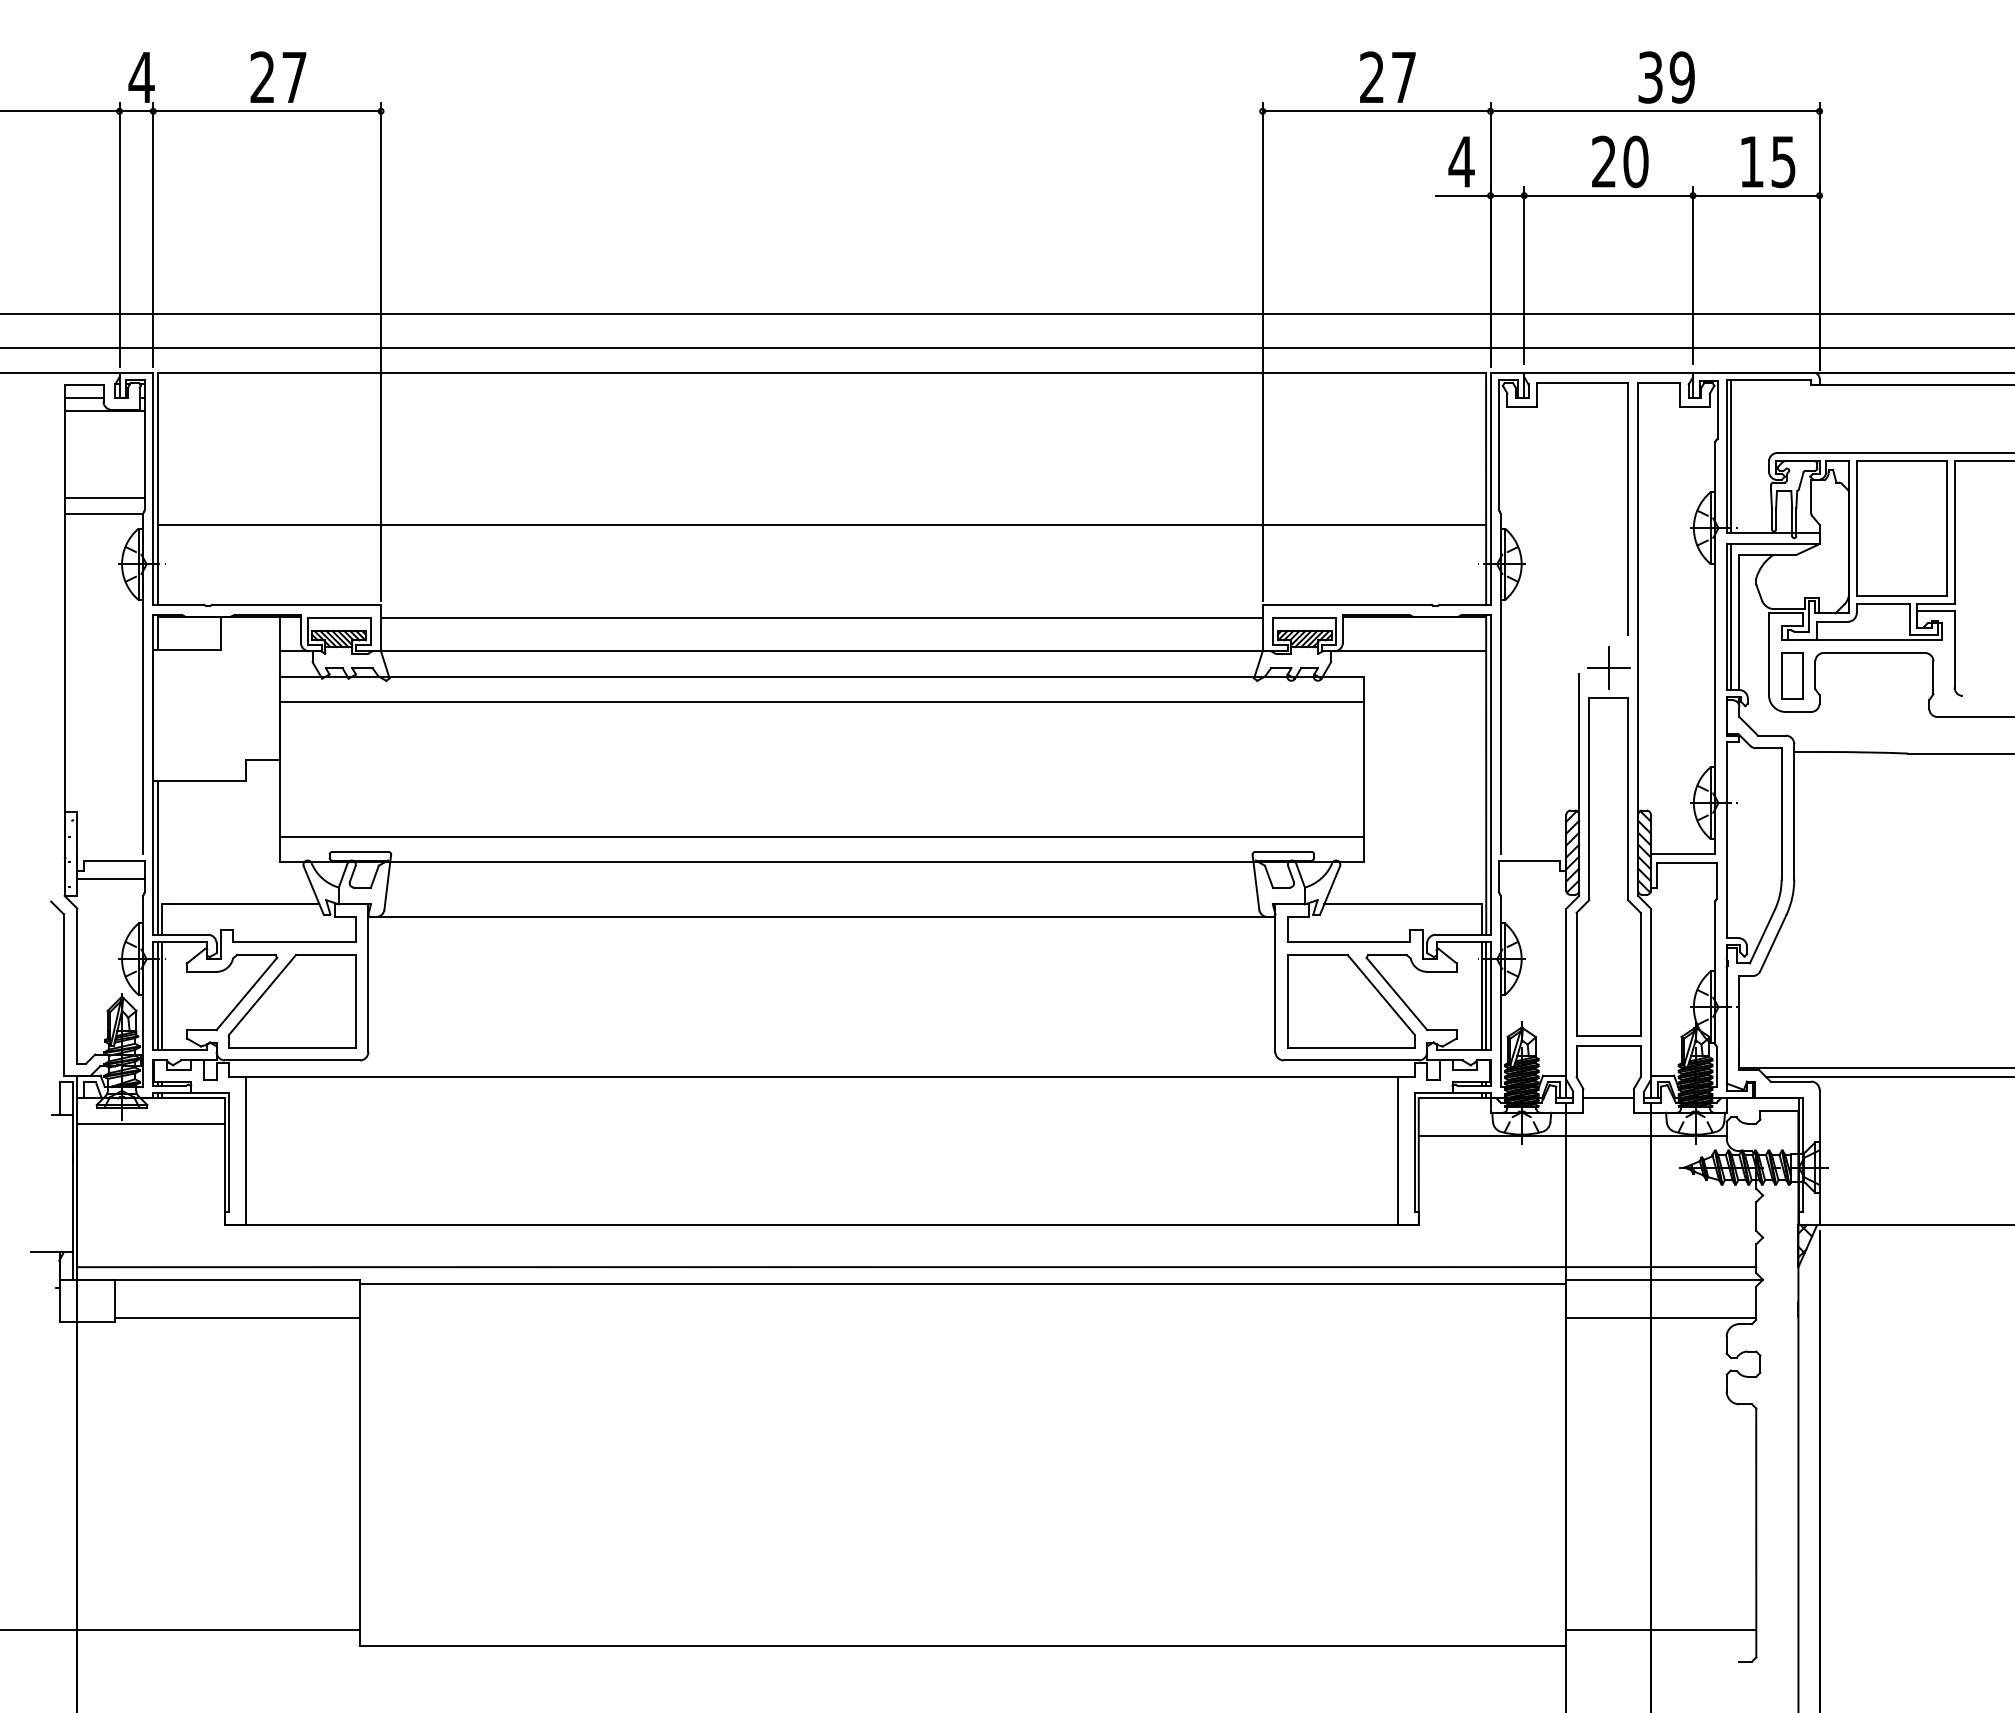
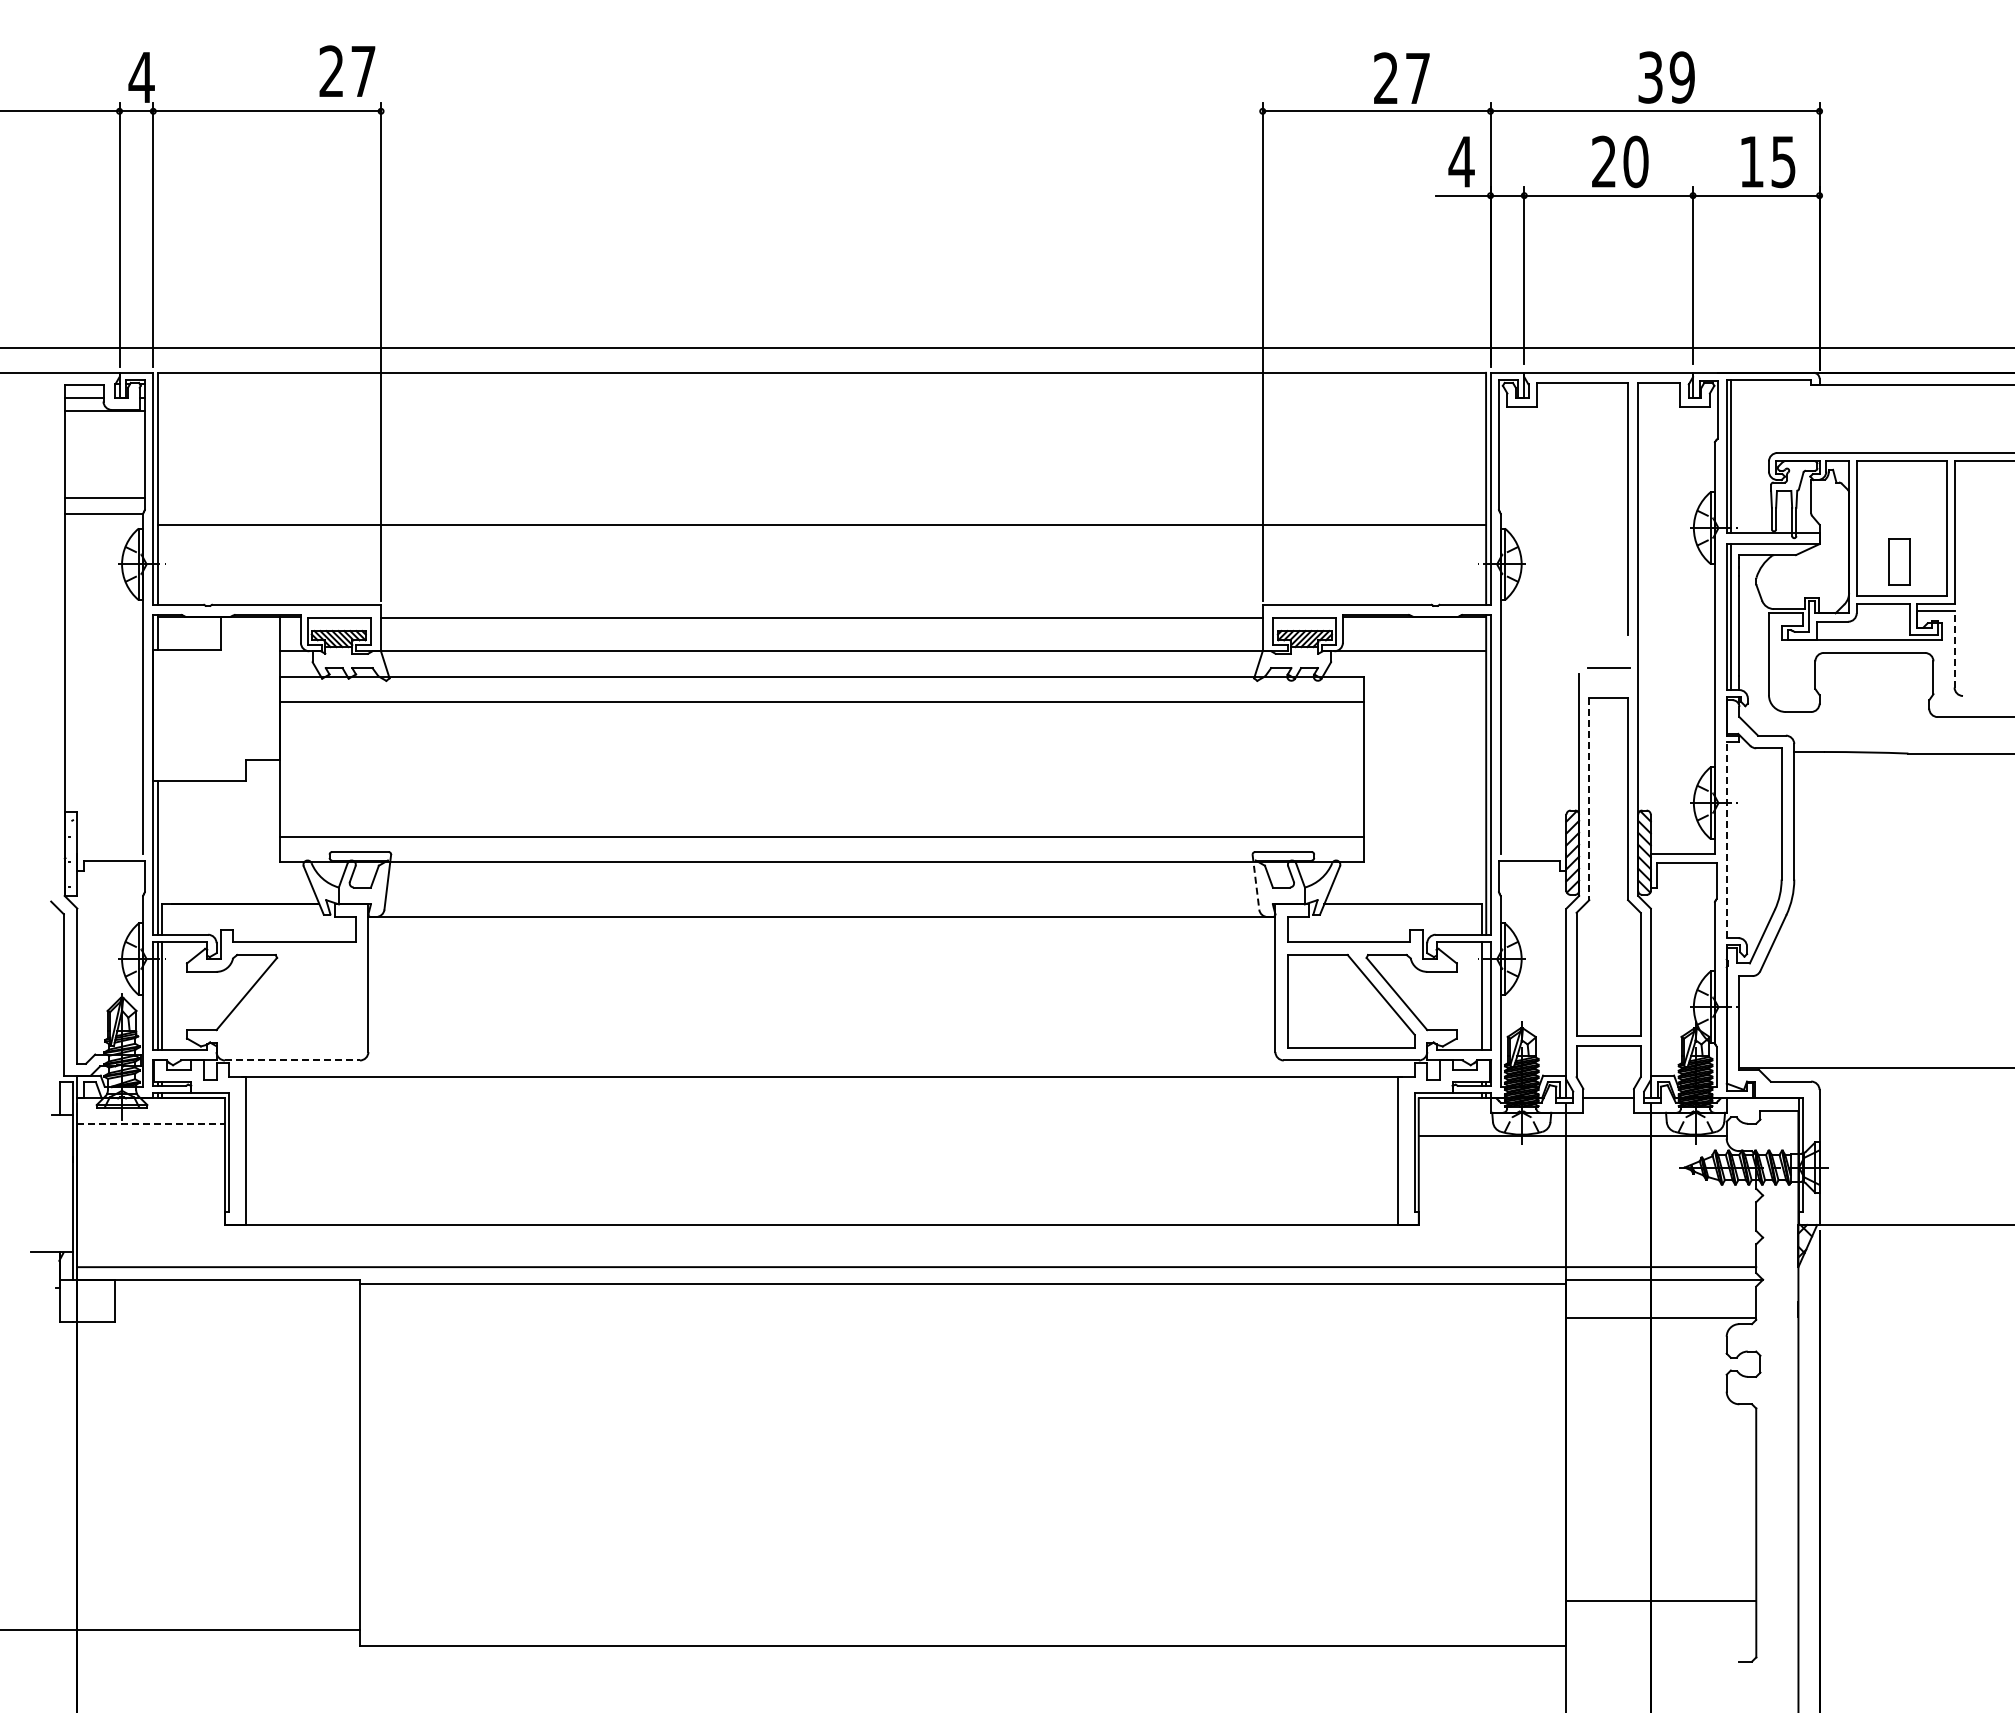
text at (278, 76) position: (278, 76) -> (347, 70)
text at (1387, 76) position: (1387, 76) -> (1401, 77)
line at (1006, 313): present -> none
line at (1954, 648): solid -> dashed
line at (1608, 668): present -> none
part at (1792, 675) position: (1792, 675) -> (1899, 561)
line at (1589, 799): solid -> dashed
line at (1726, 840): solid -> dashed
line at (110, 879): present -> none
line at (1255, 882): solid -> dashed
line at (1486, 996): present -> none
part at (292, 1001): present -> none
line at (292, 1060): solid -> dashed
line at (1888, 1077): present -> none
line at (151, 1123): solid -> dashed
line at (237, 1317): present -> none
line at (1661, 1629) position: (1661, 1629) -> (1661, 1600)
